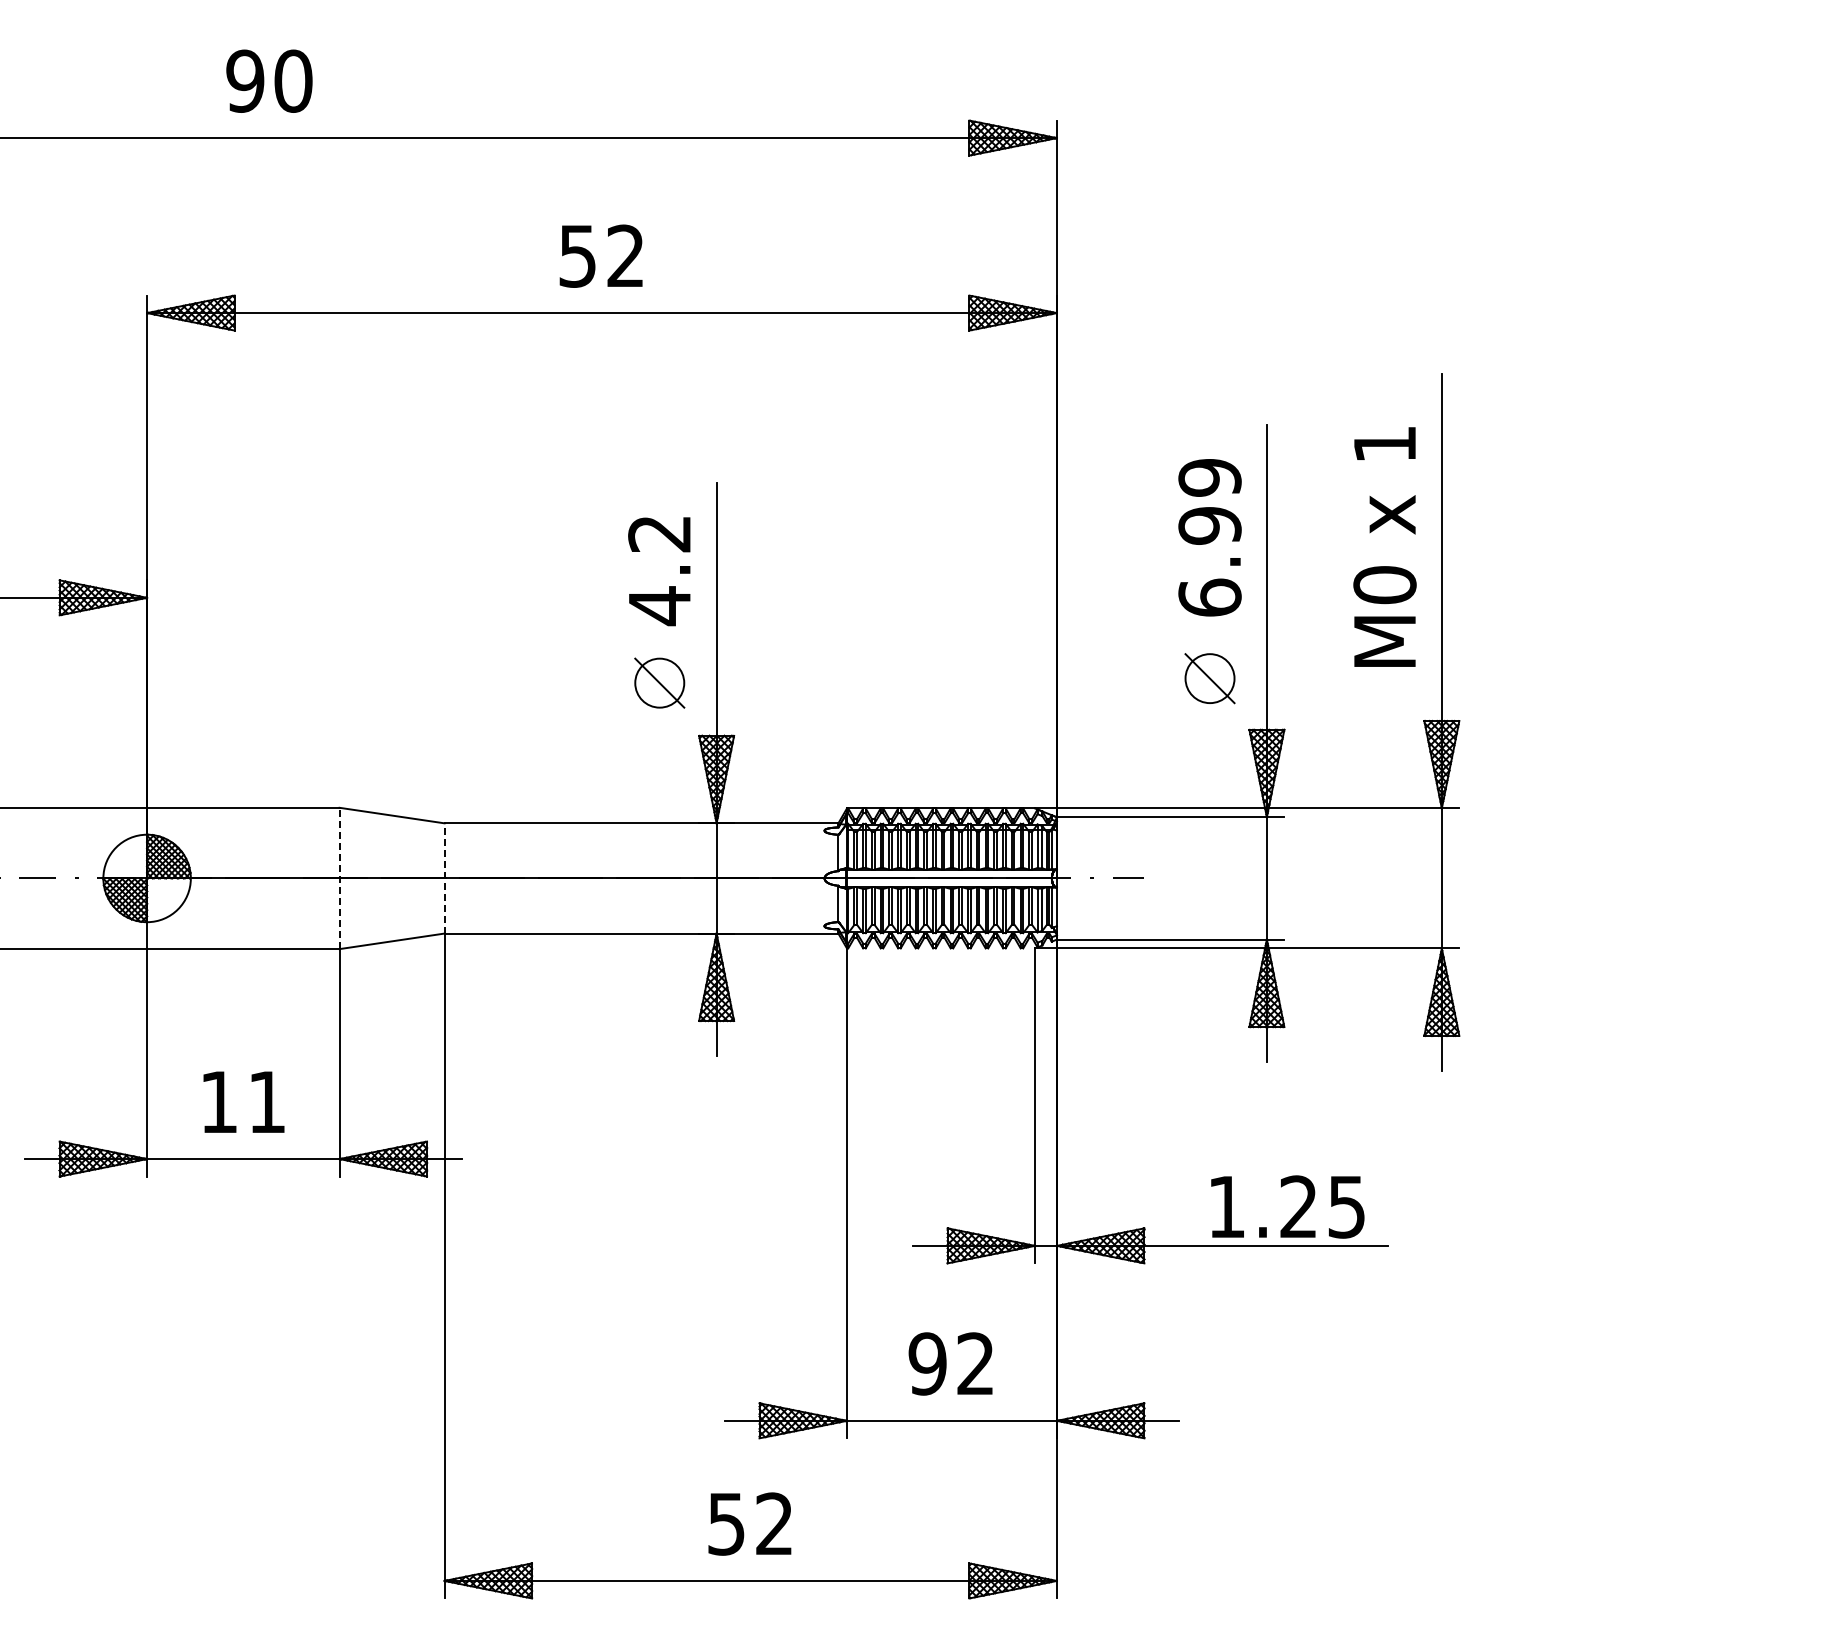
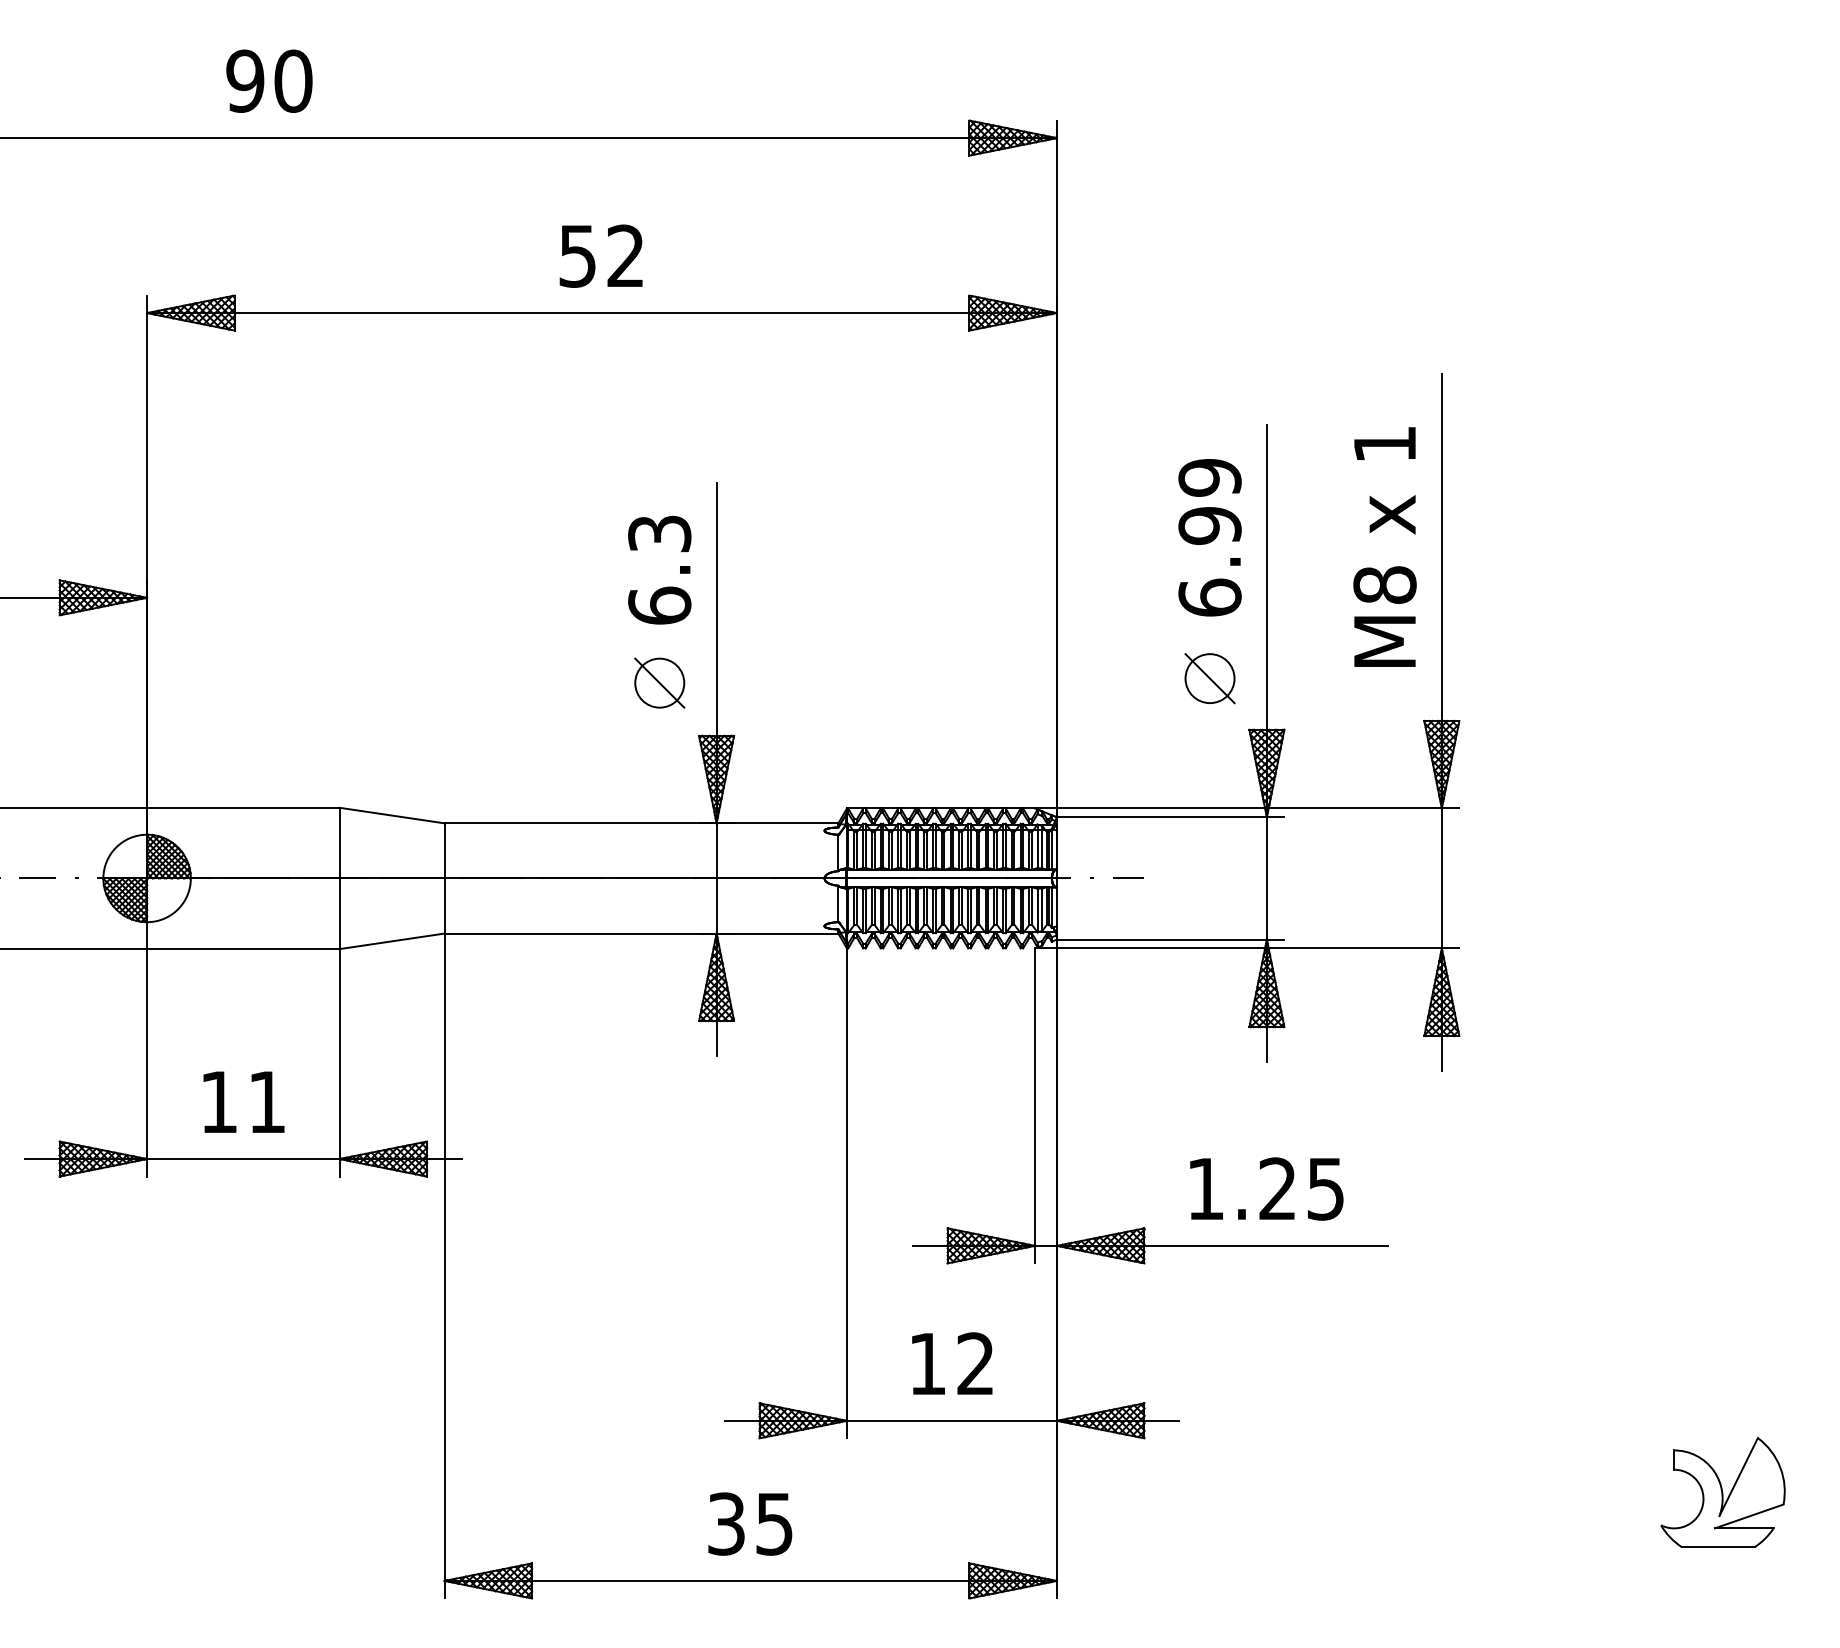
text at (659, 570): 4.2 -> 6.3
text at (1384, 585): M0 -> M8
line at (444, 877): dashed -> solid
line at (339, 878): dashed -> solid
text at (1287, 1206) position: (1287, 1206) -> (1266, 1188)
text at (927, 1363): 92 -> 12
part at (1722, 1492): none -> present
text at (750, 1523): 52 -> 35
